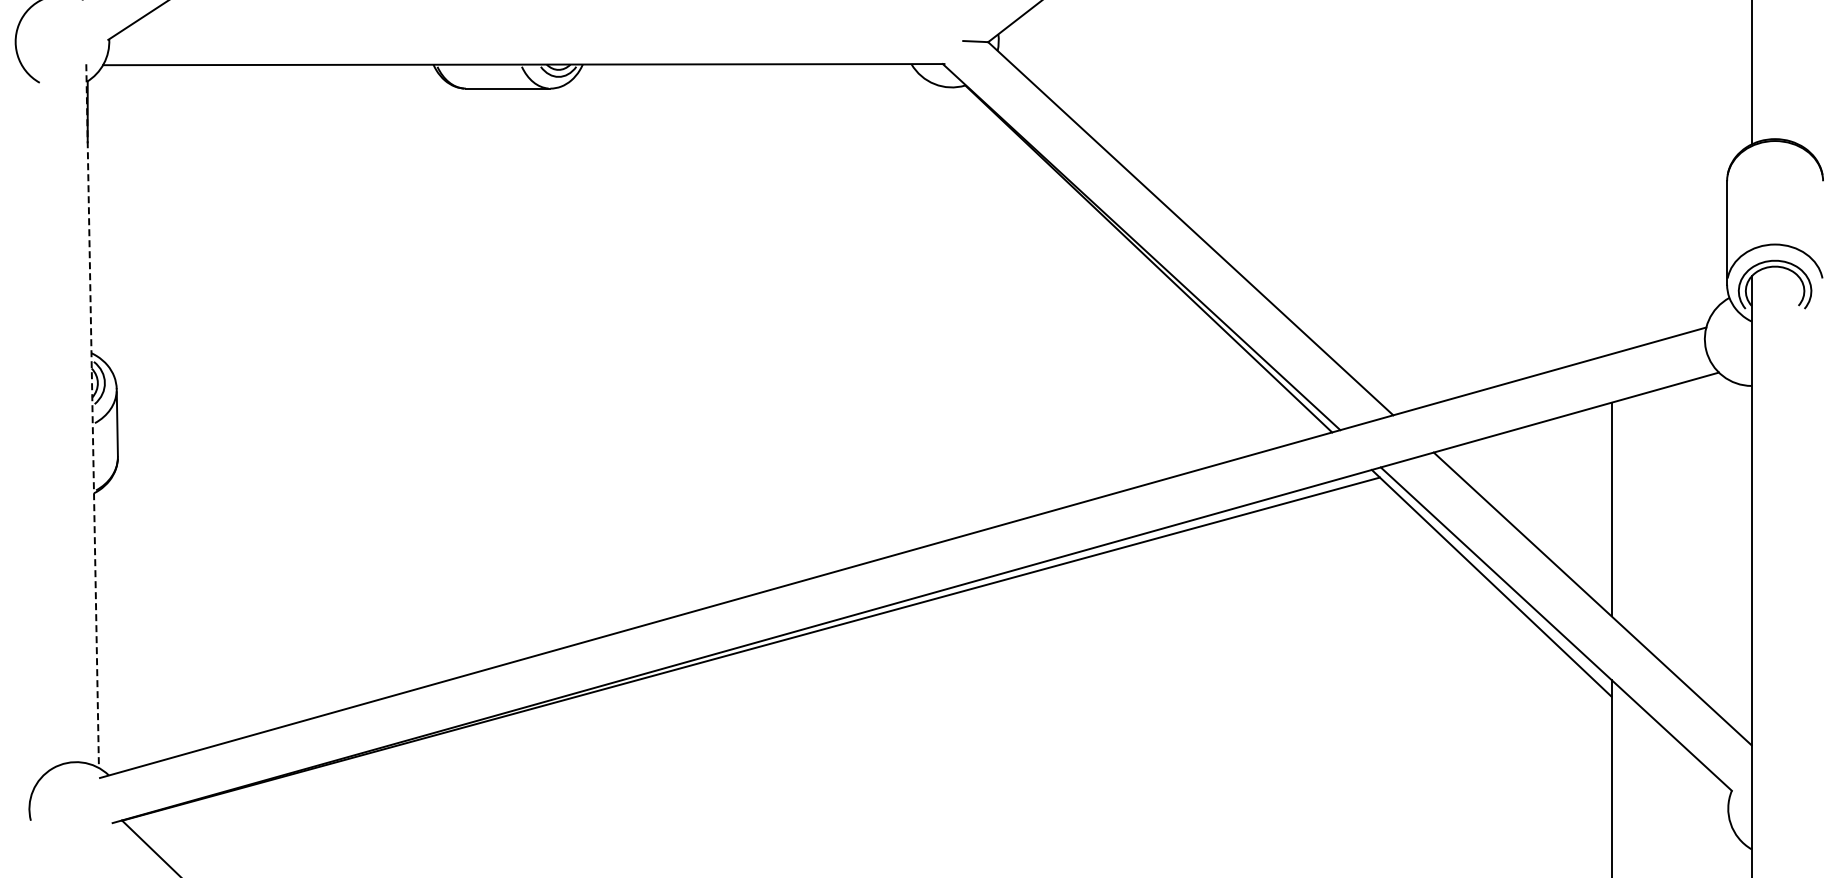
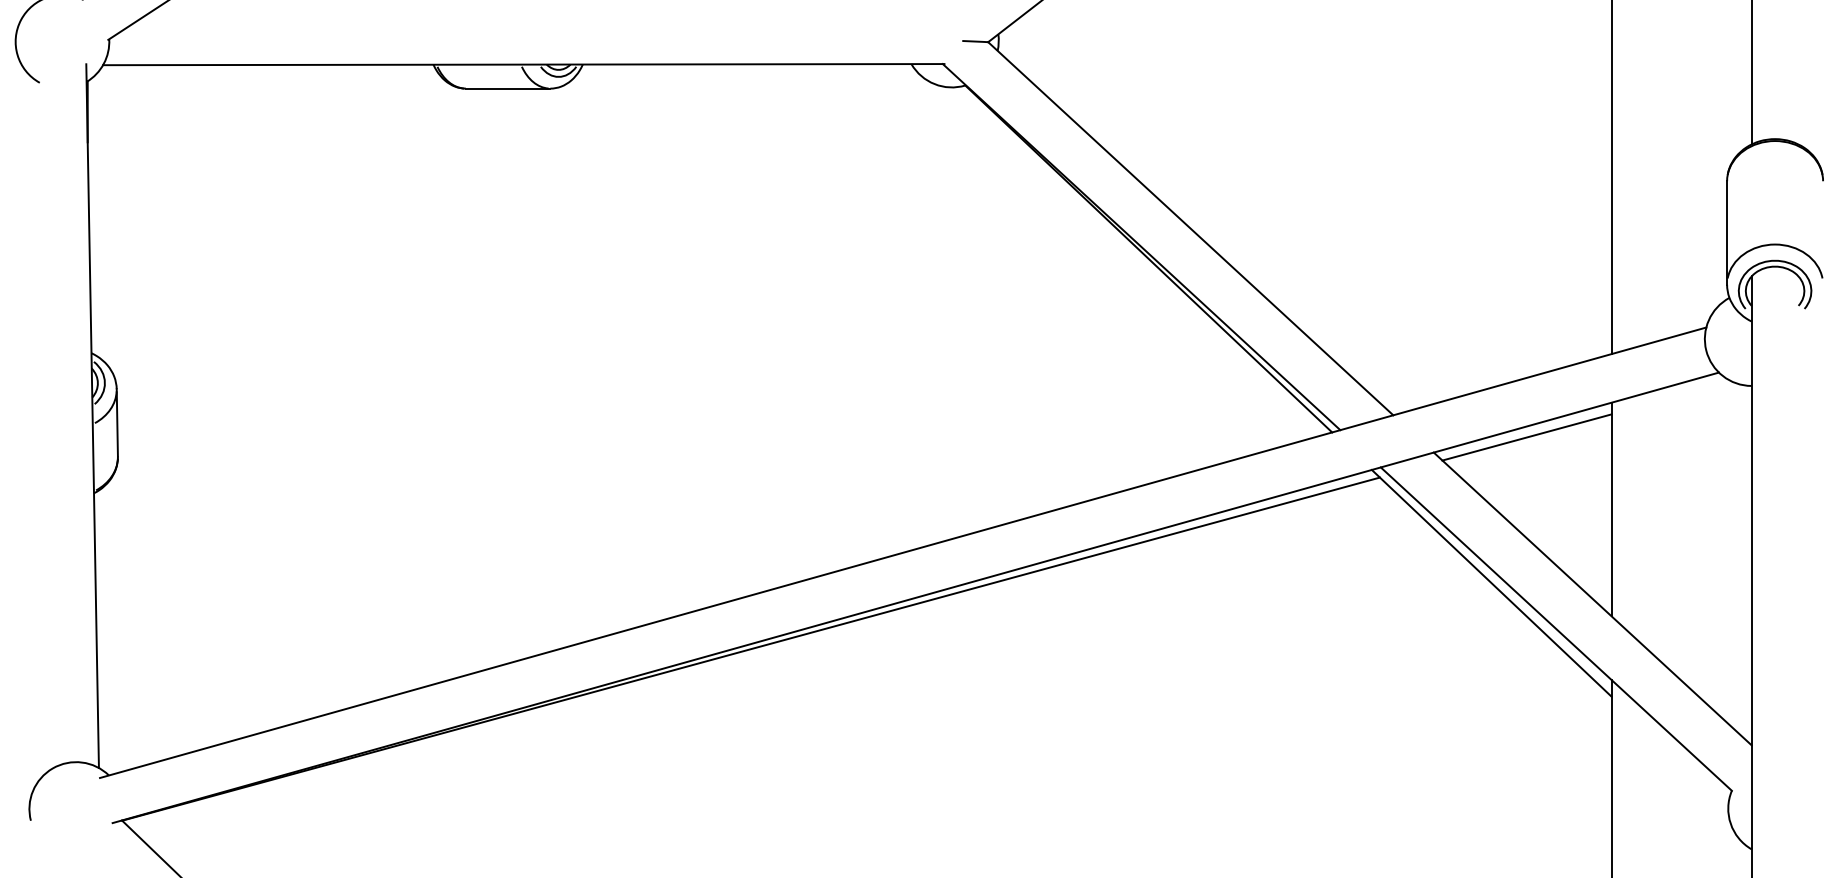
line at (1611, 178): none -> present
line at (92, 416): dashed -> solid
line at (1526, 437): none -> present
